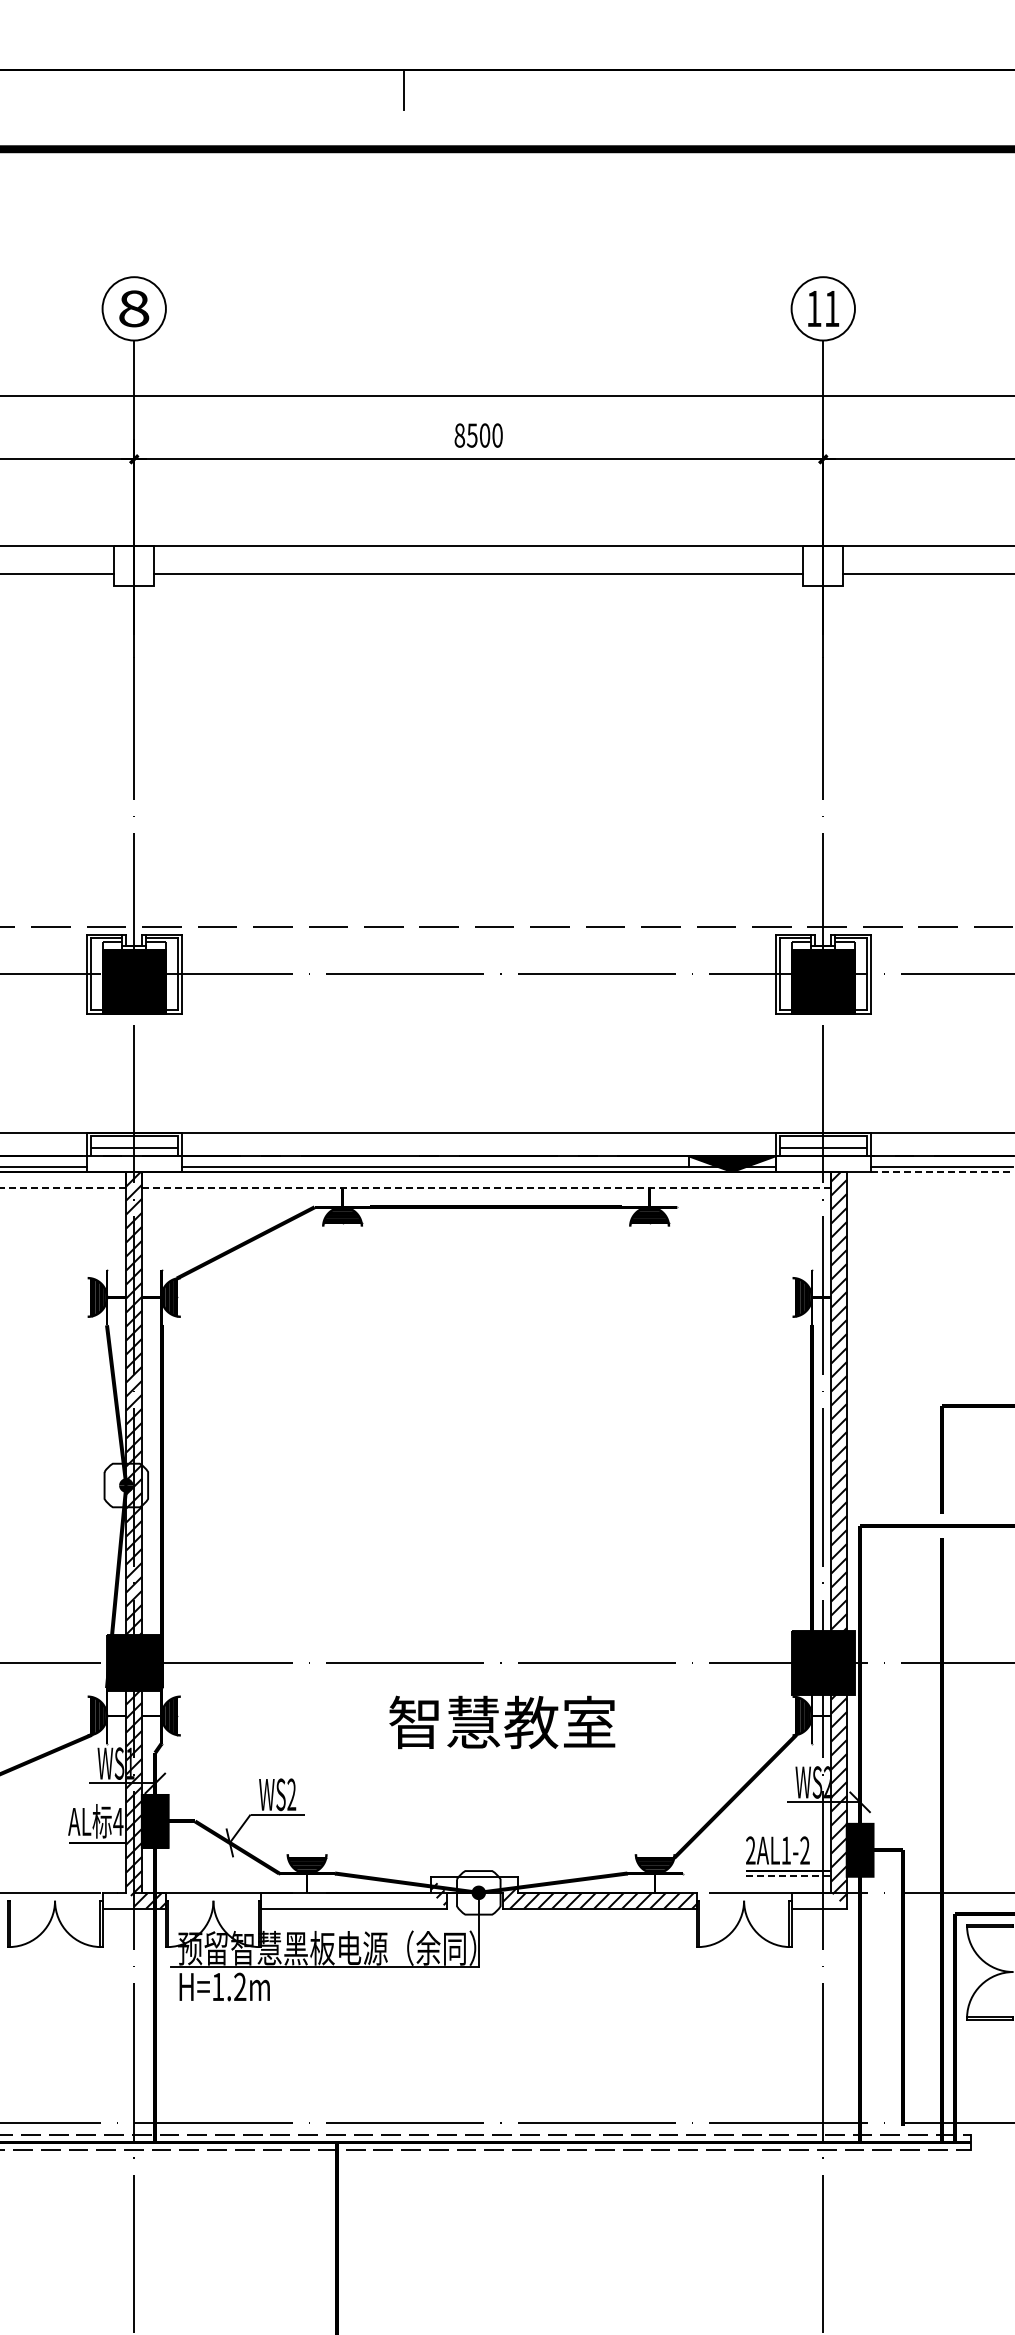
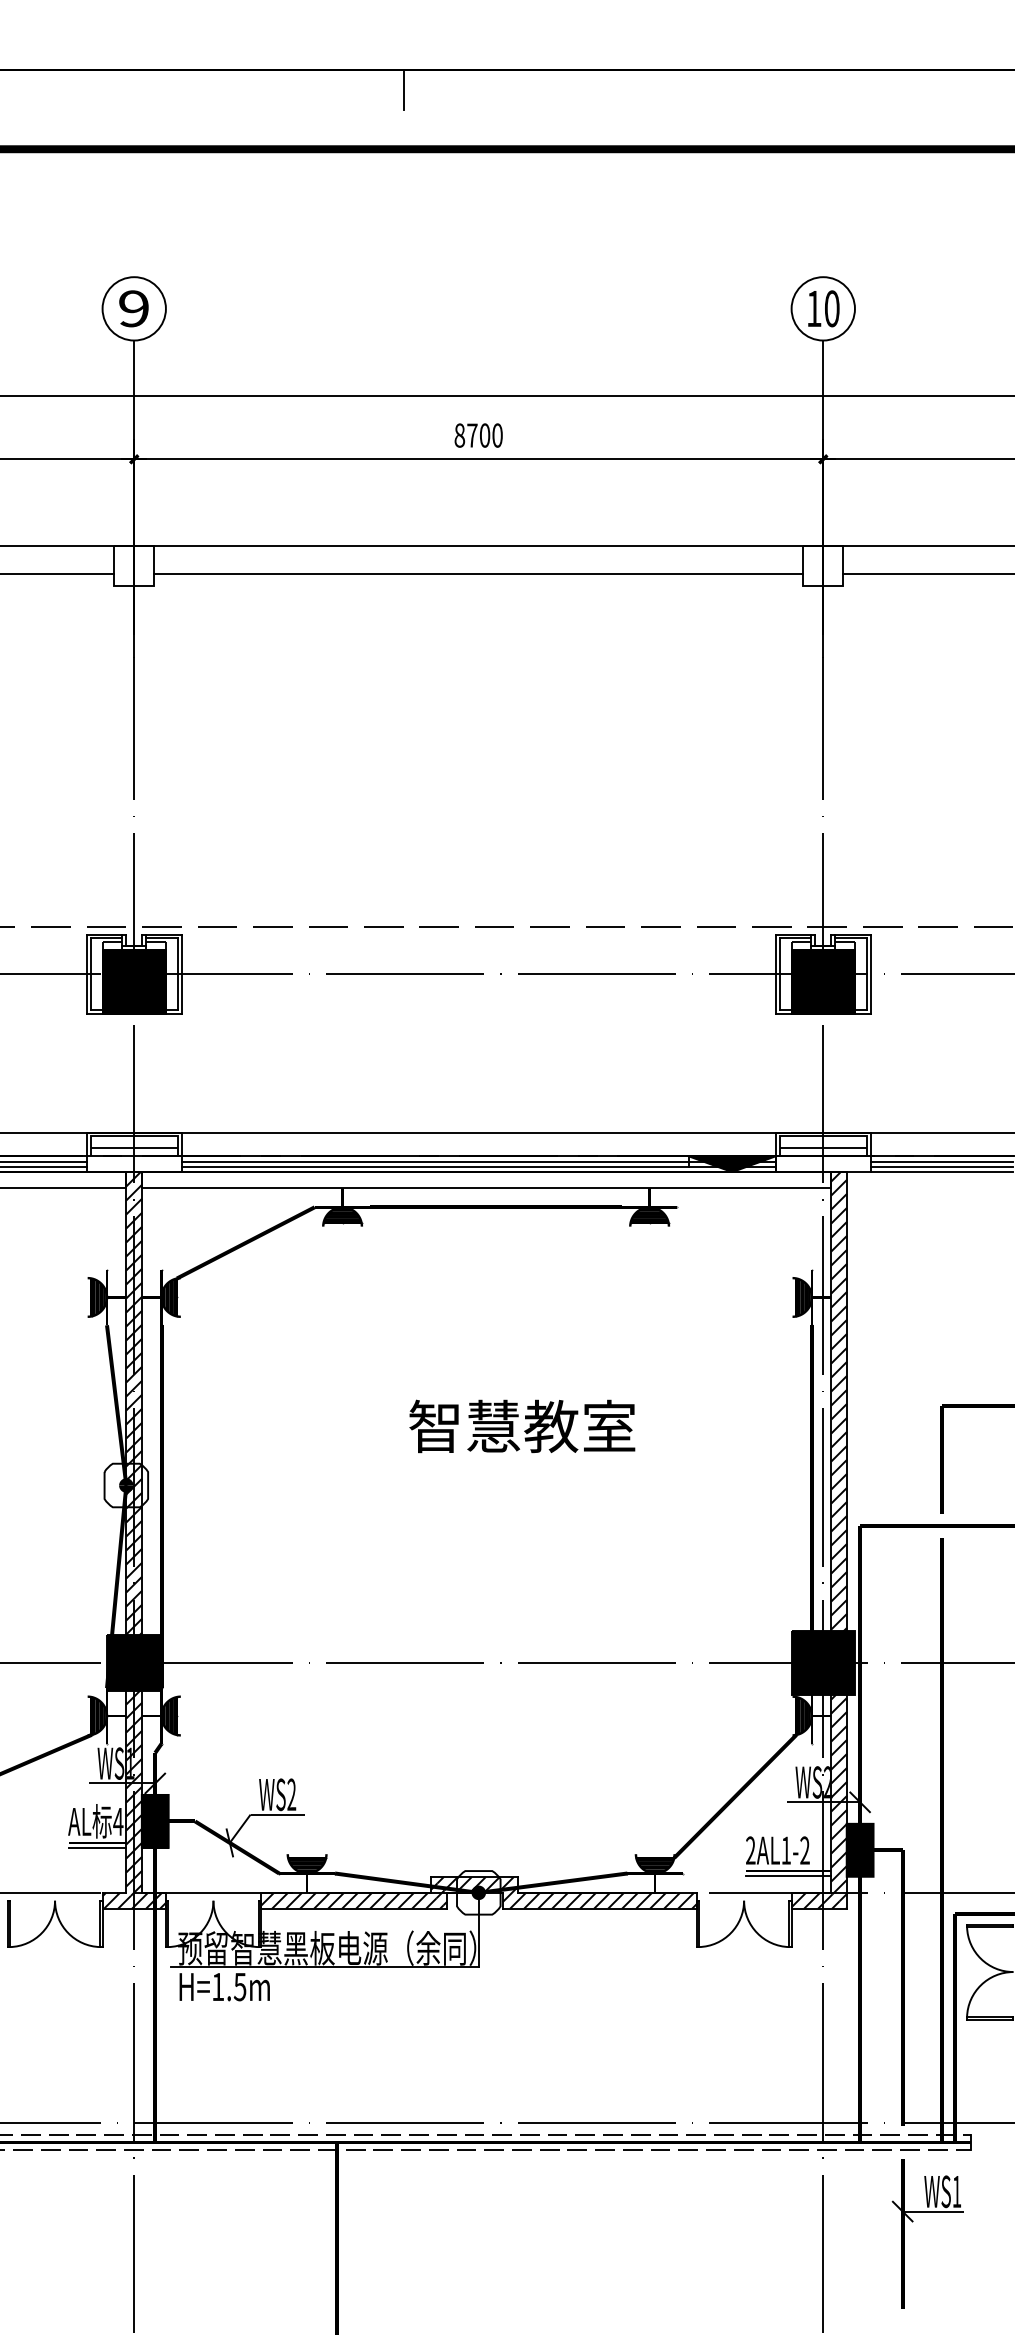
text at (134, 308): 8 -> 9
text at (832, 308): 11 -> 10
text at (472, 435): 8500 -> 8700
line at (44, 1161): none -> present
line at (478, 1161): none -> present
line at (940, 1161): none -> present
line at (942, 1172): dashed -> solid
line at (63, 1187): dashed -> solid
line at (486, 1187): dashed -> solid
text at (502, 1722) position: (502, 1722) -> (522, 1426)
line at (97, 1847): none -> present
line at (789, 1876): dashed -> solid
hatch at (475, 1884): none -> present
hatch at (118, 1900): none -> present
hatch at (351, 1900): none -> present
hatch at (818, 1900): none -> present
text at (239, 1986): H=1.2m -> H=1.5m
part at (913, 2221): none -> present
